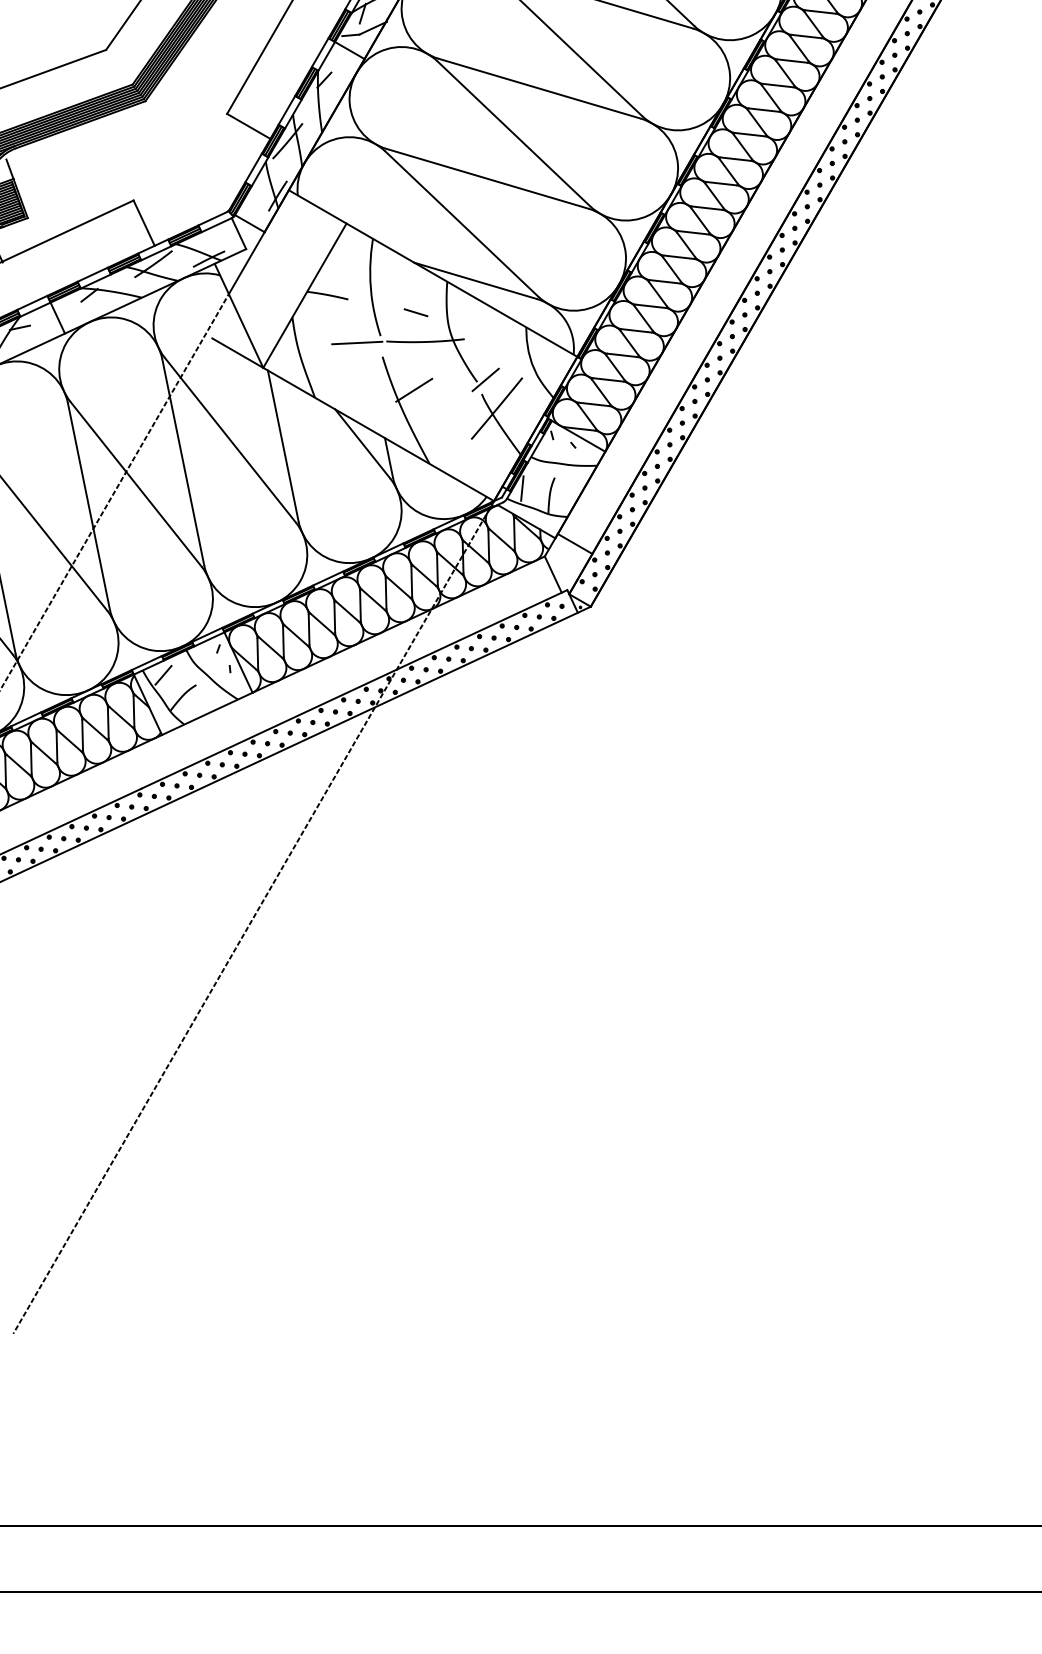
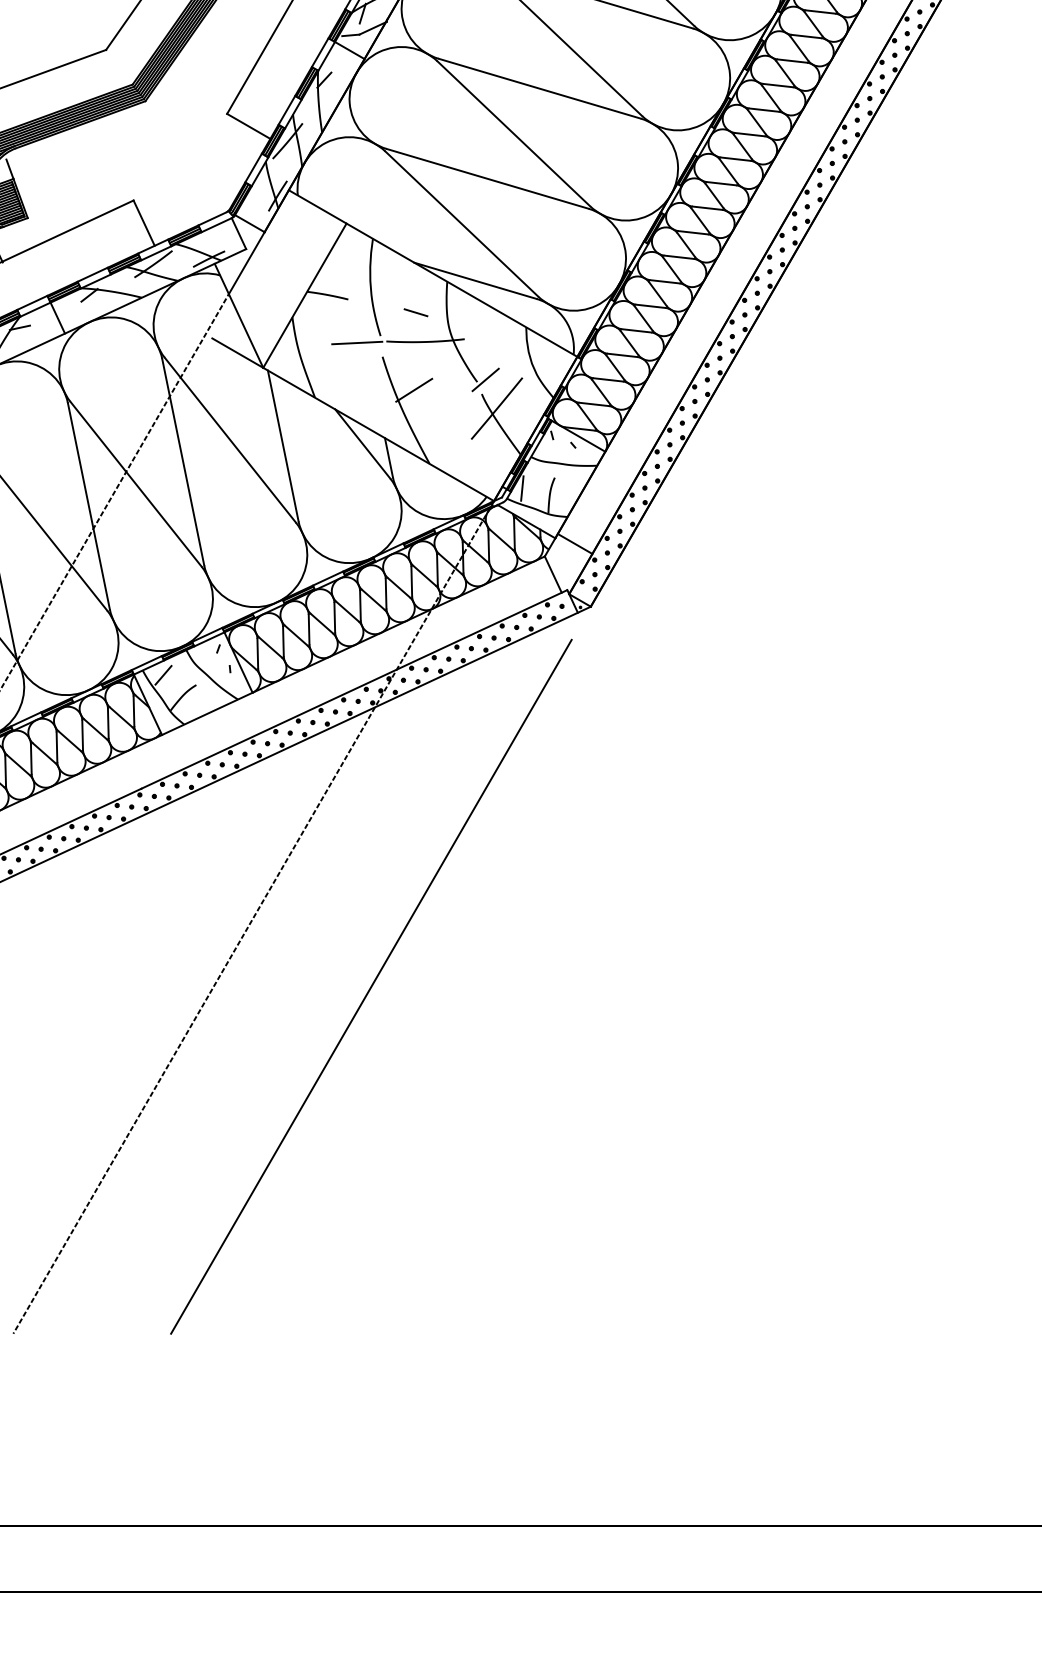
line at (371, 986): none -> present
